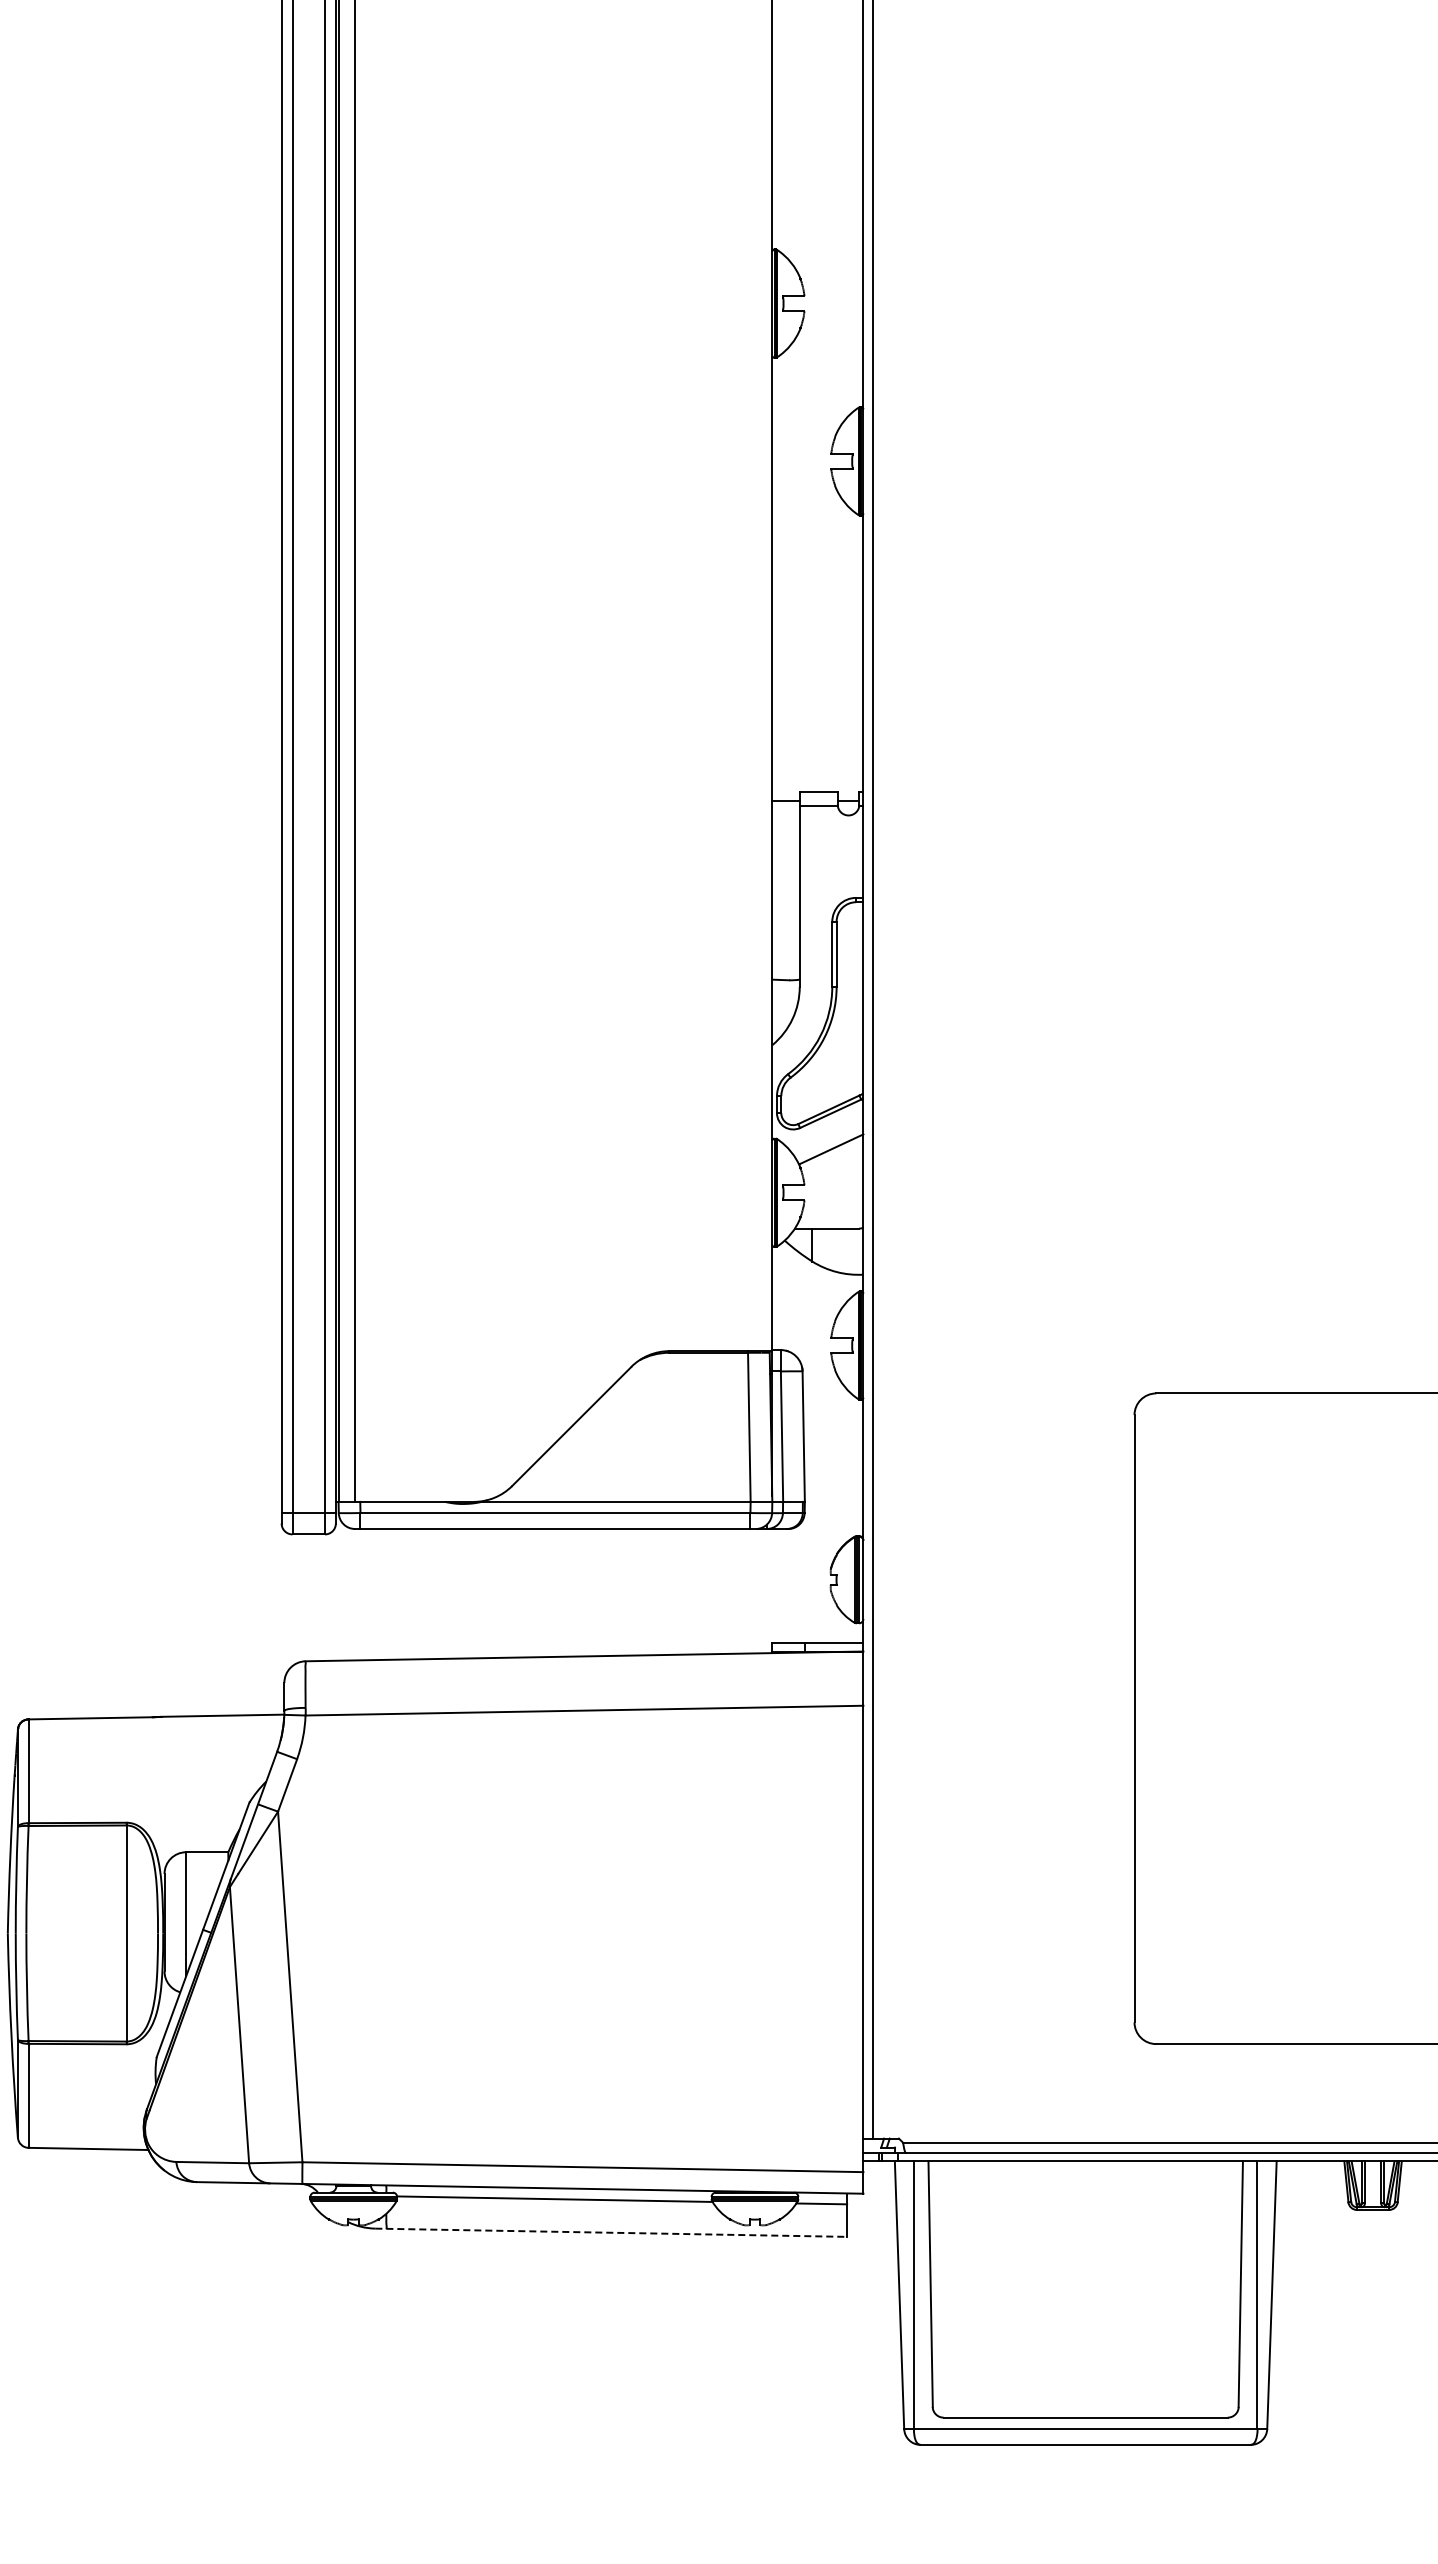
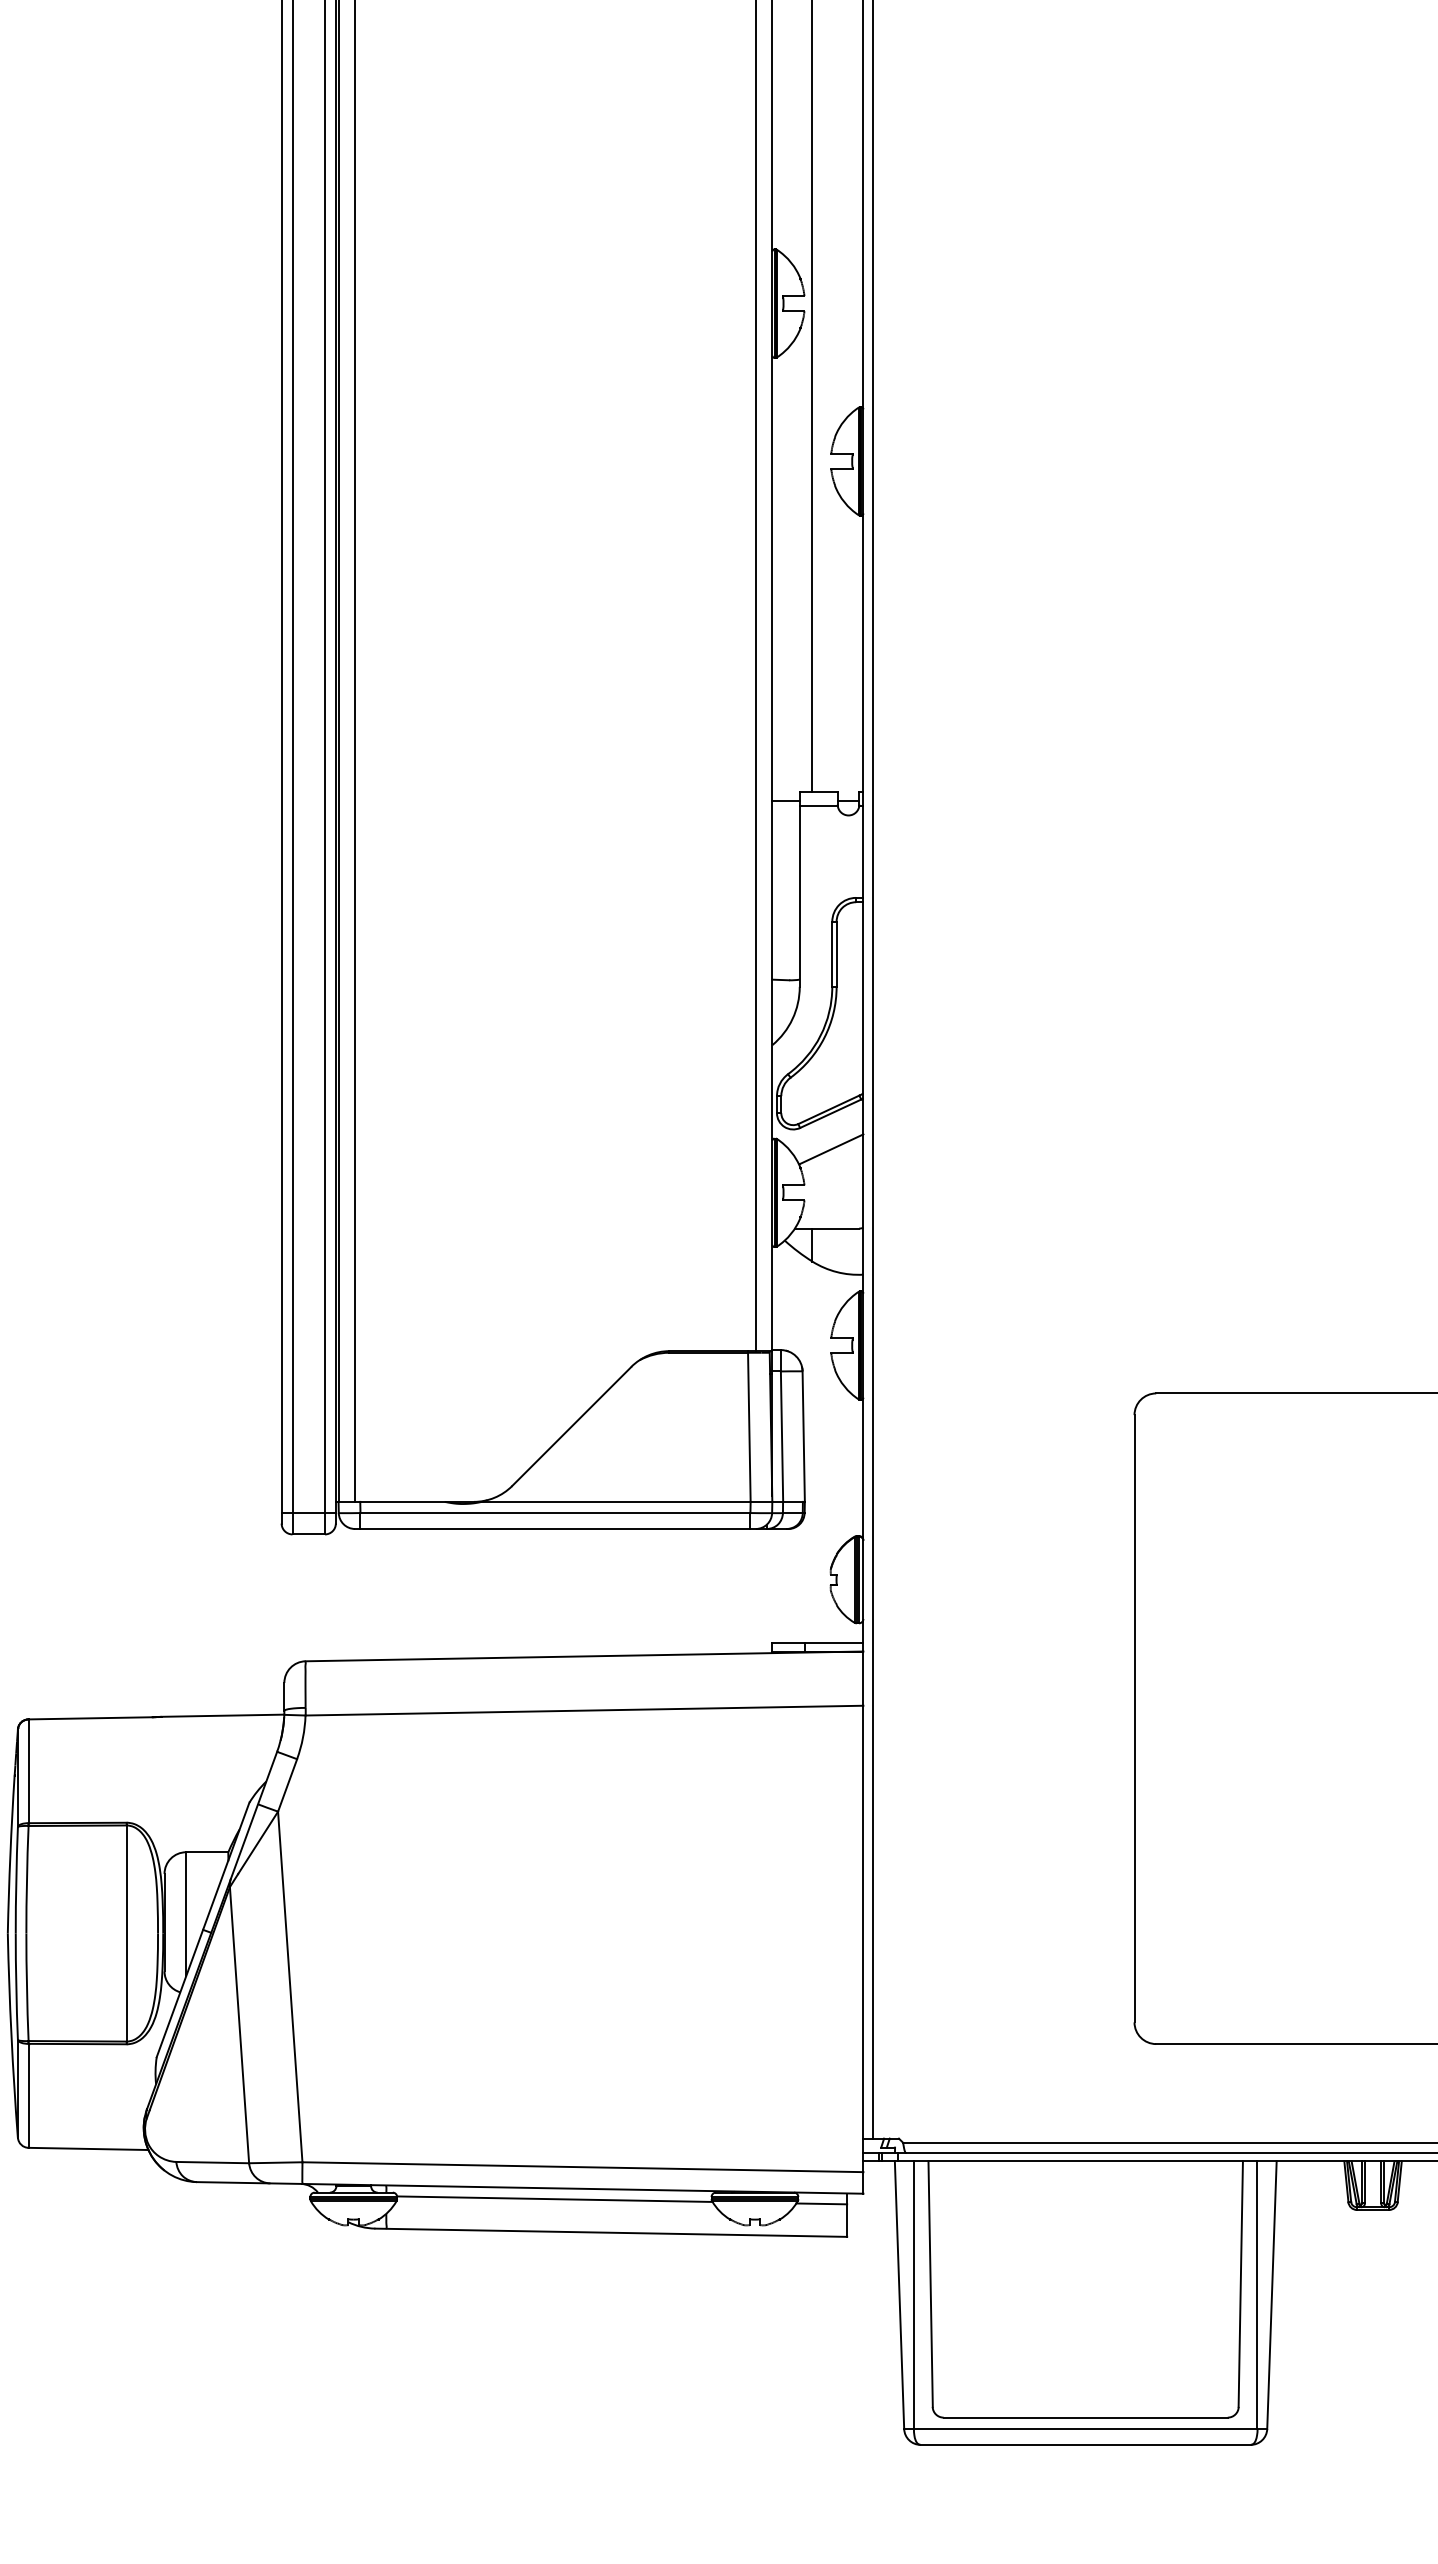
line at (812, 396): none -> present
line at (756, 676): none -> present
line at (611, 2232): dashed -> solid
